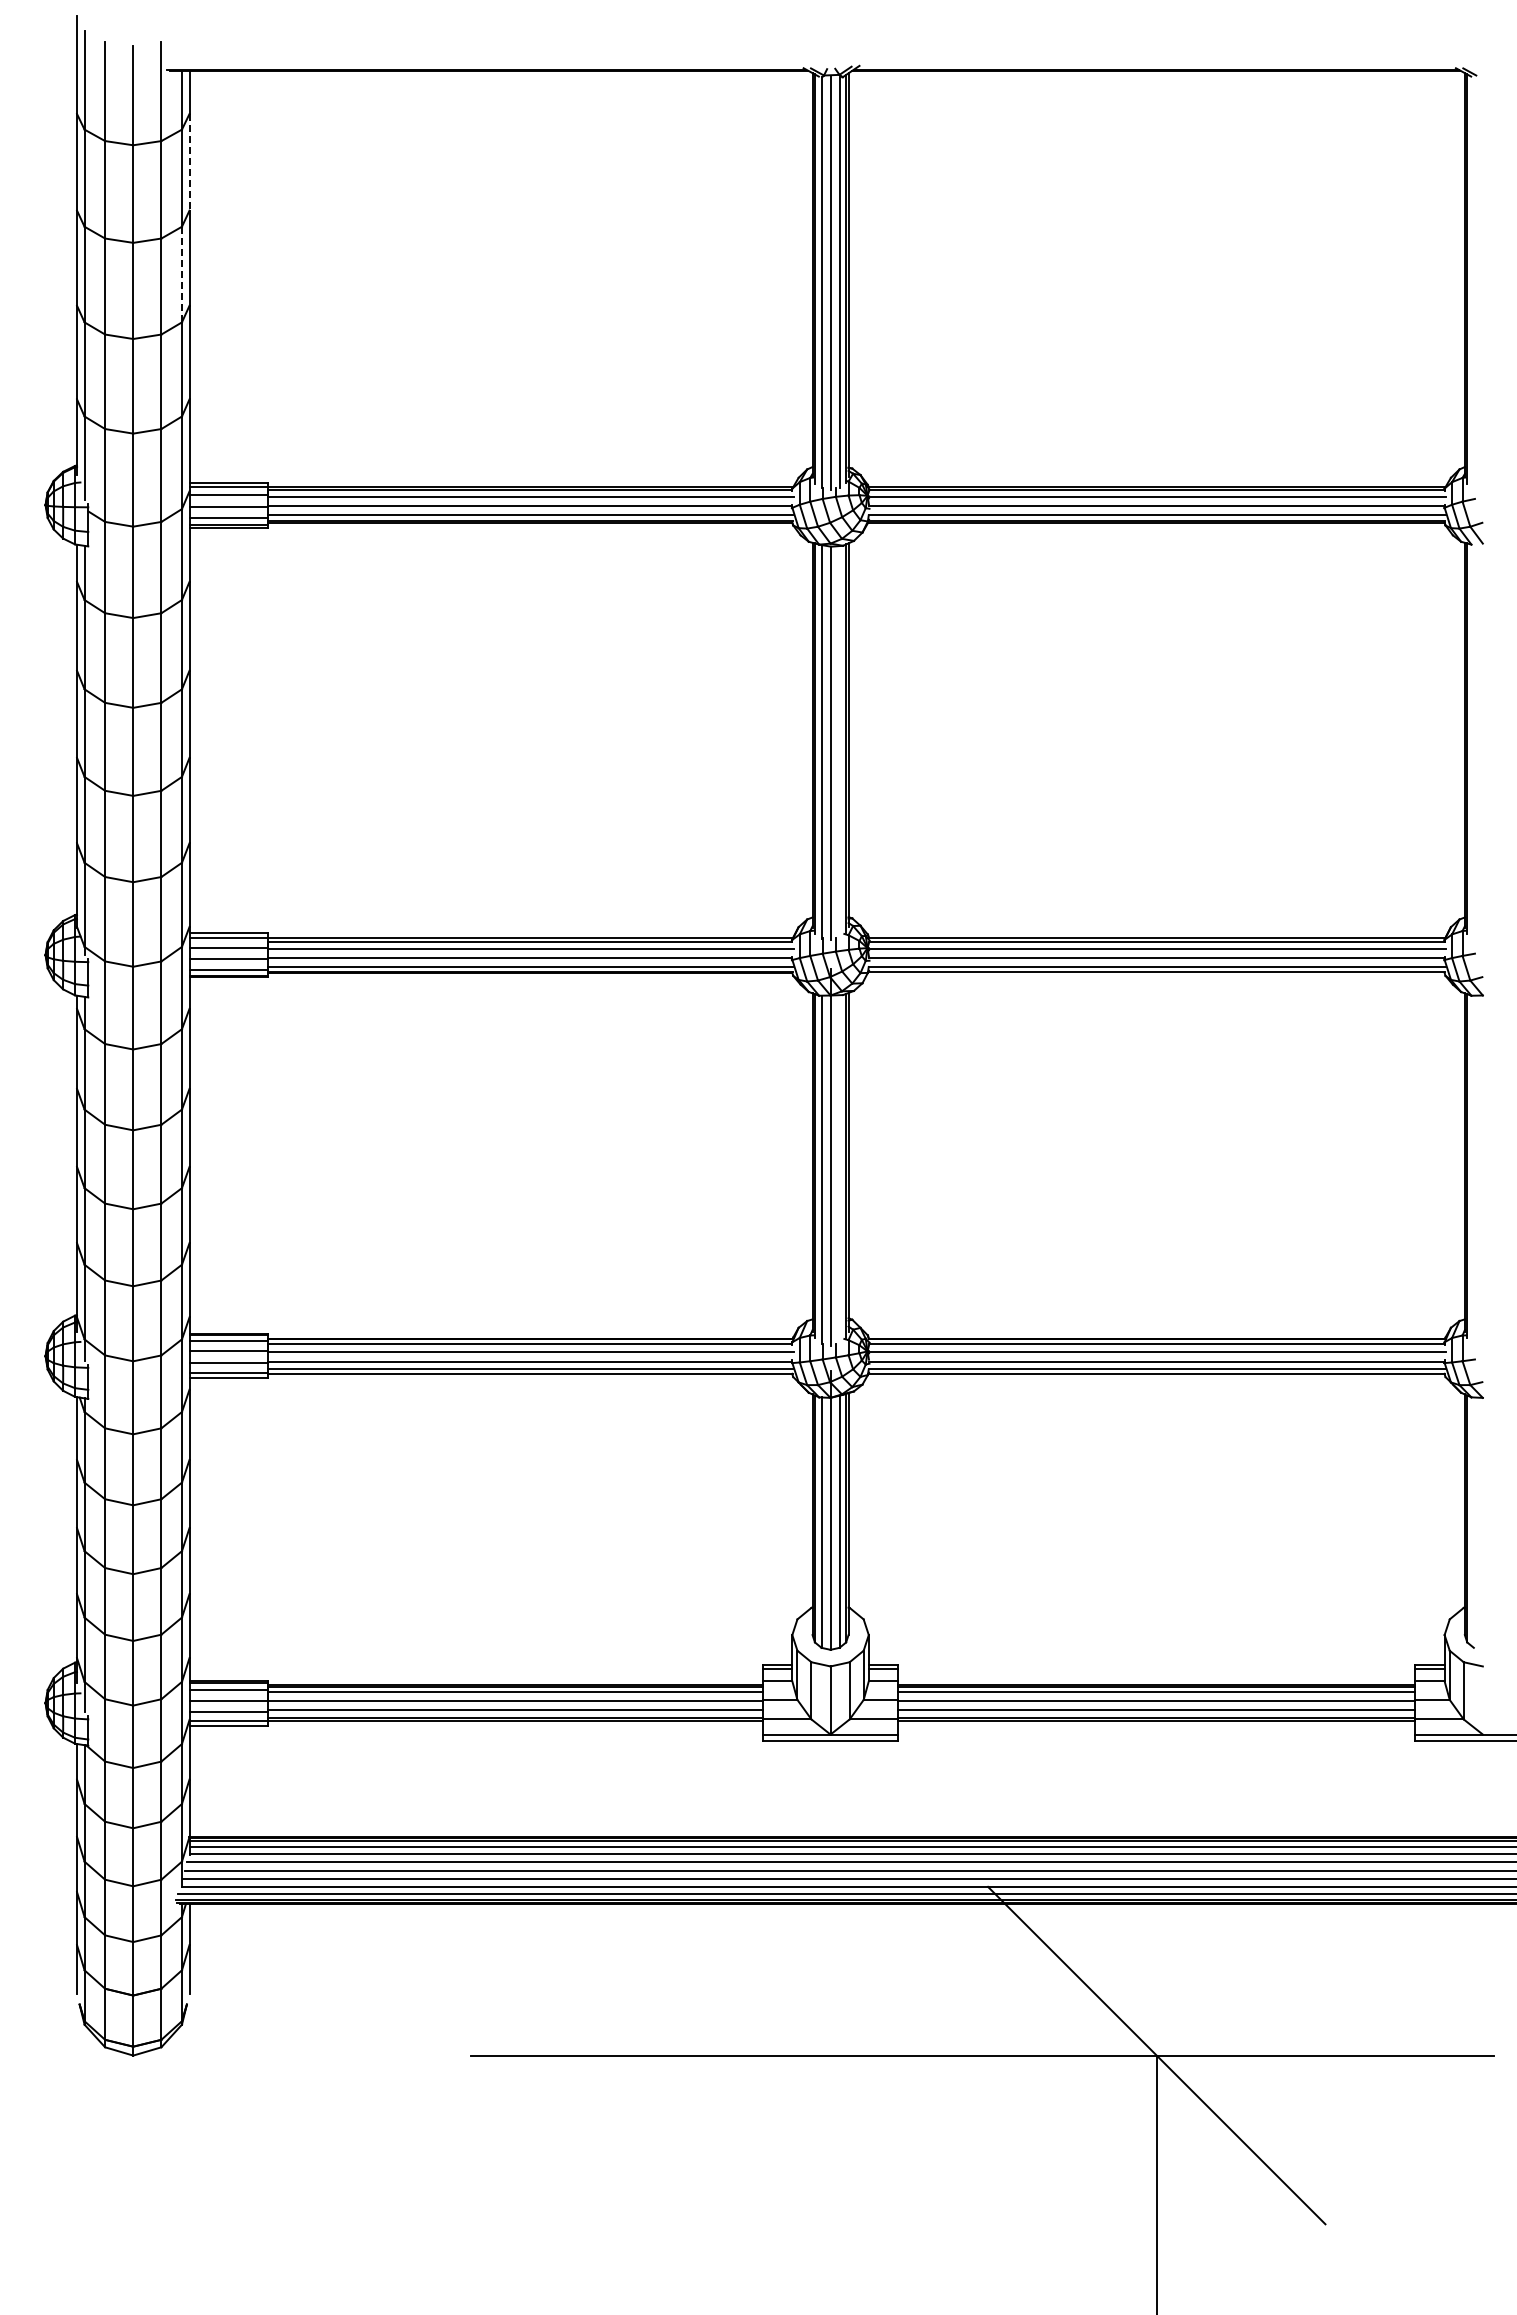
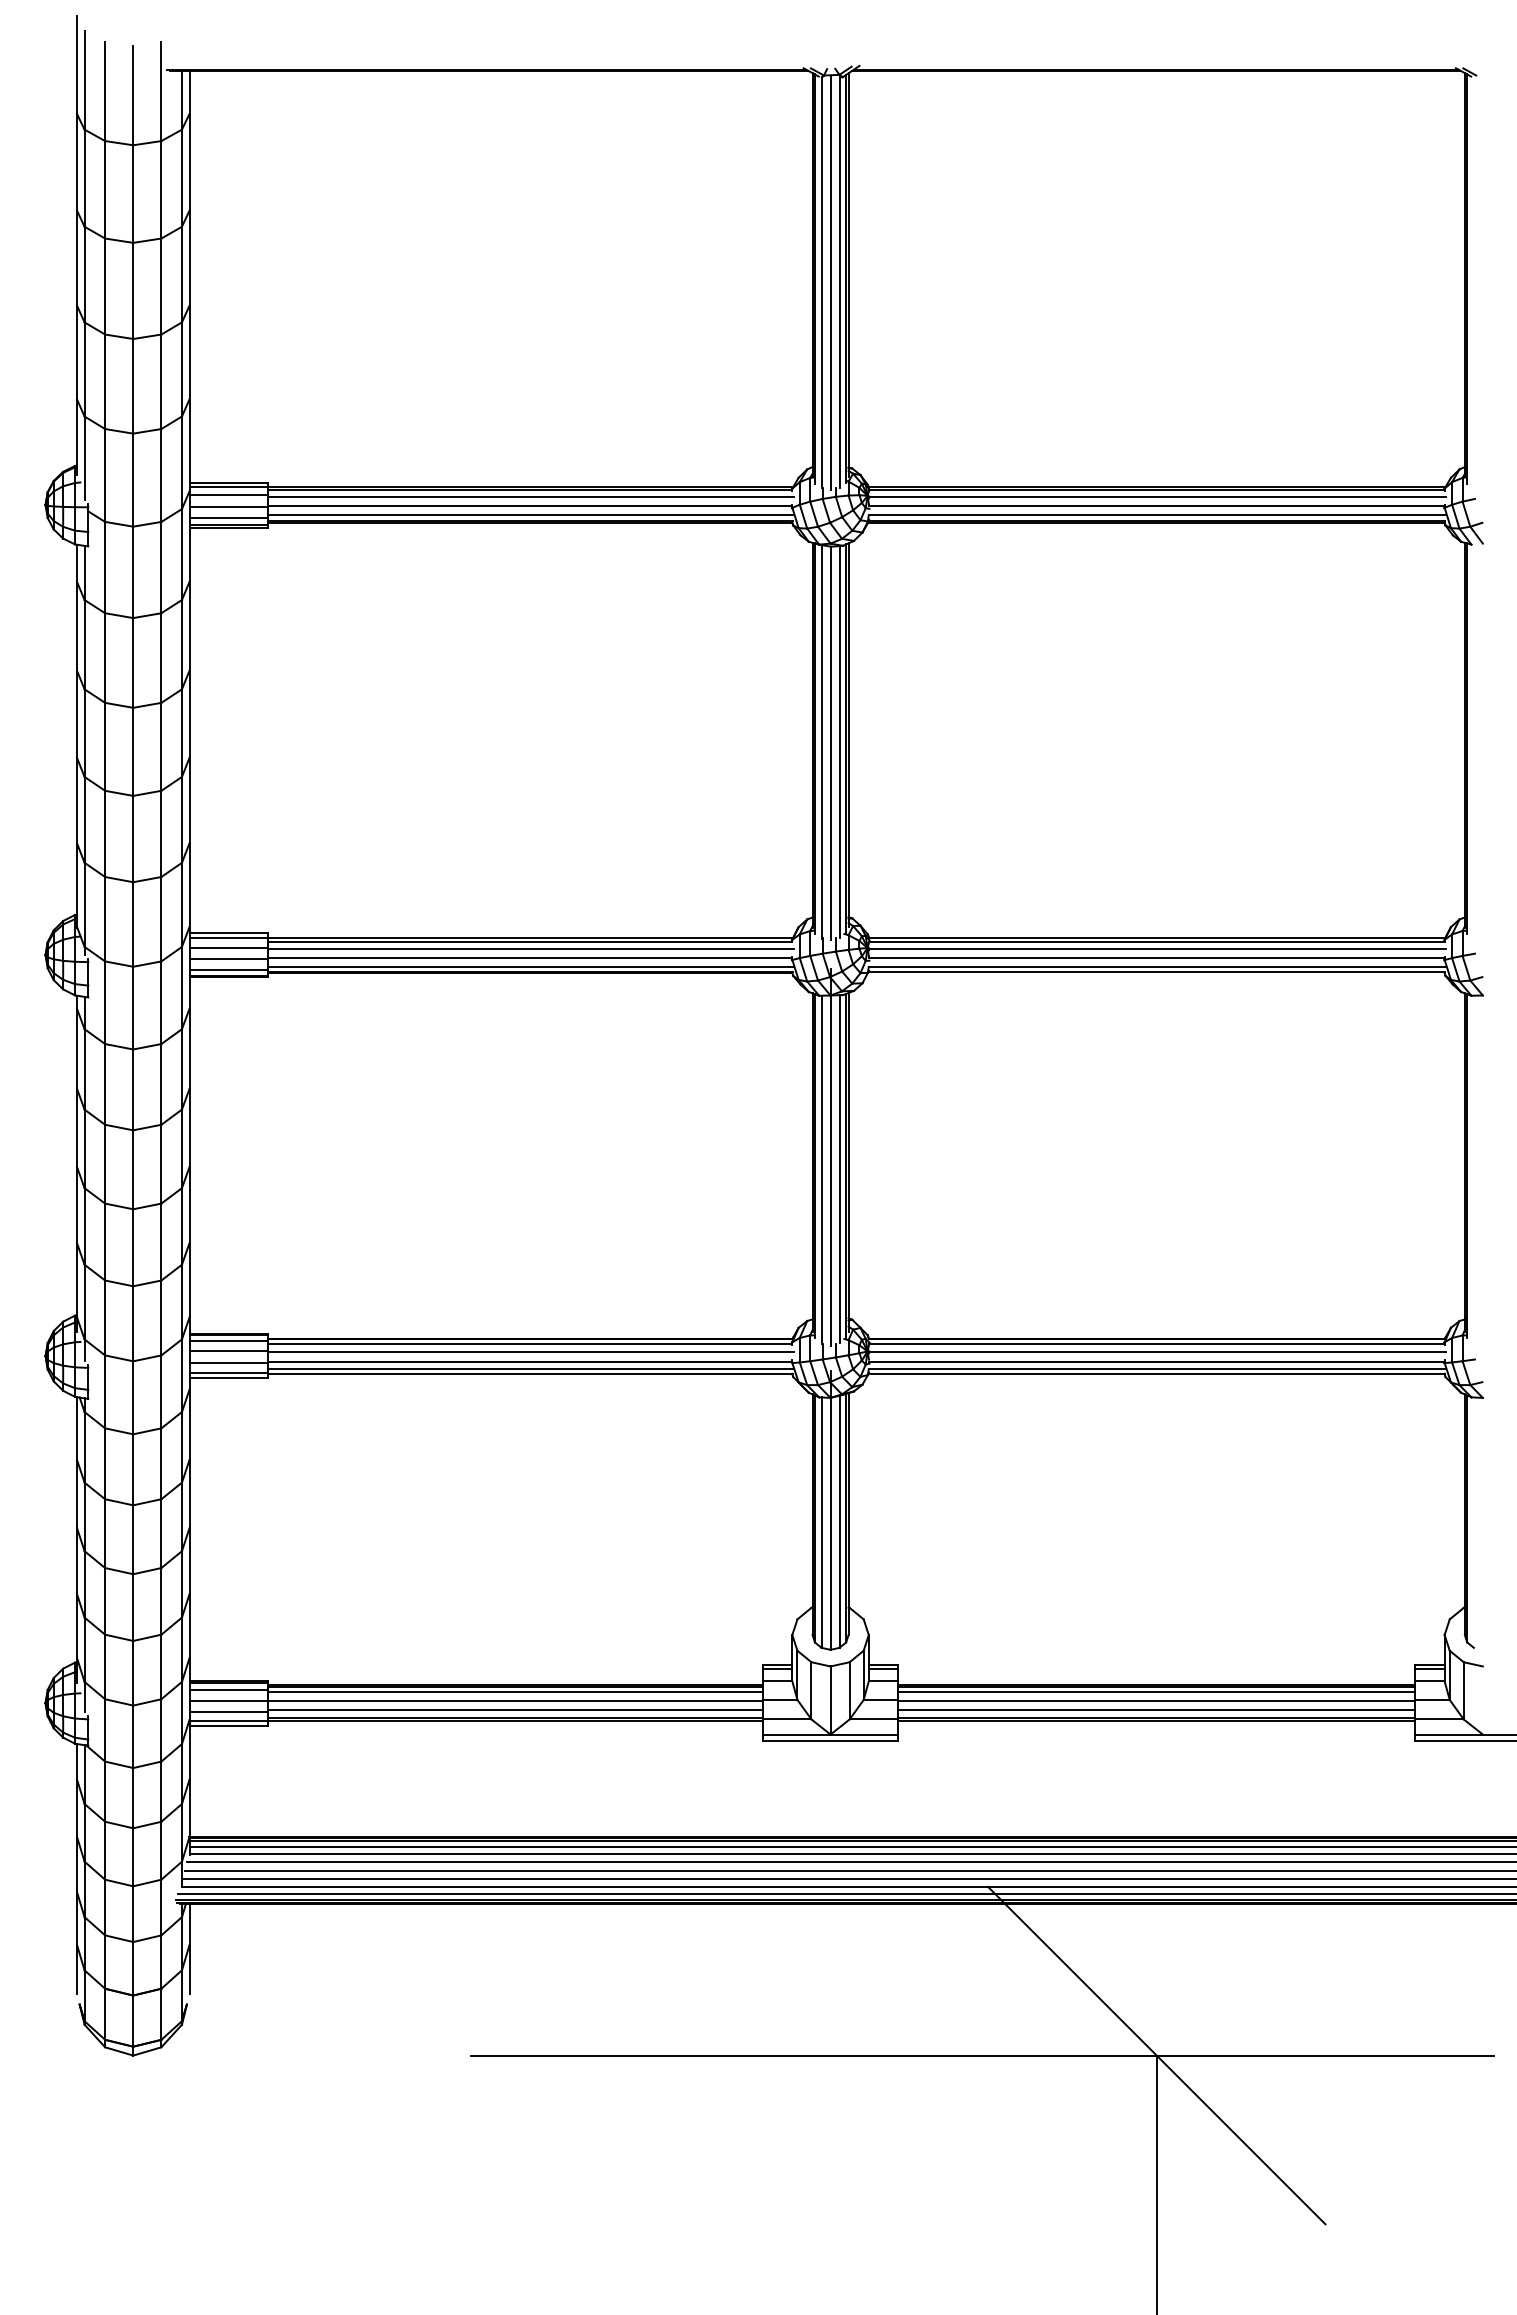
line at (189, 162): dashed -> solid
line at (181, 274): dashed -> solid
line at (839, 742): none -> present
line at (839, 1169): none -> present
